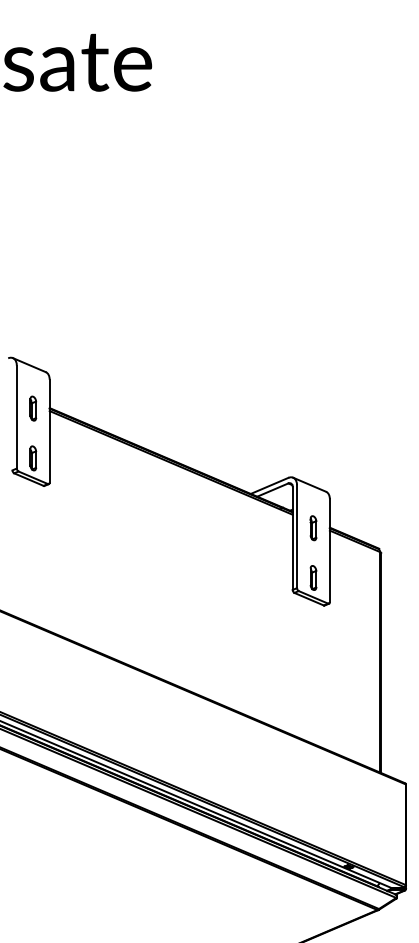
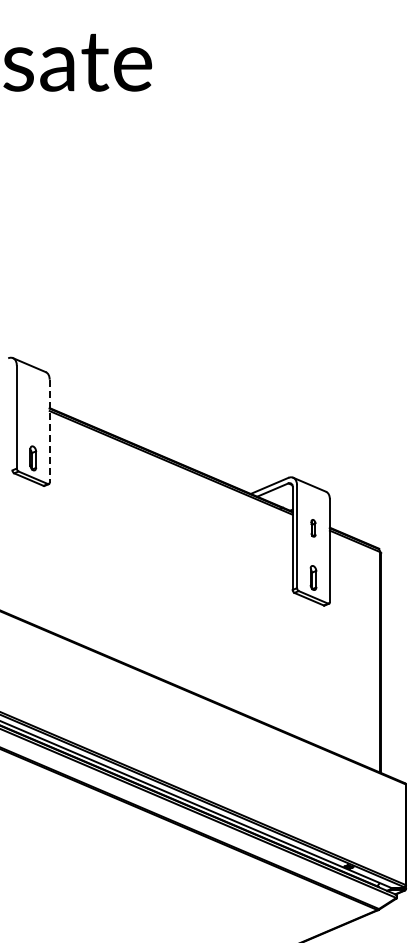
part at (33, 408): present -> none
line at (49, 431): solid -> dashed
part at (313, 528) size: 9x27 px -> 7x19 px
